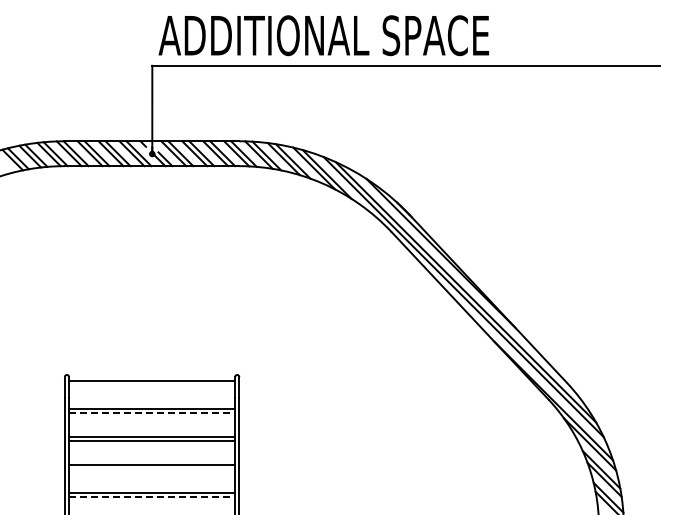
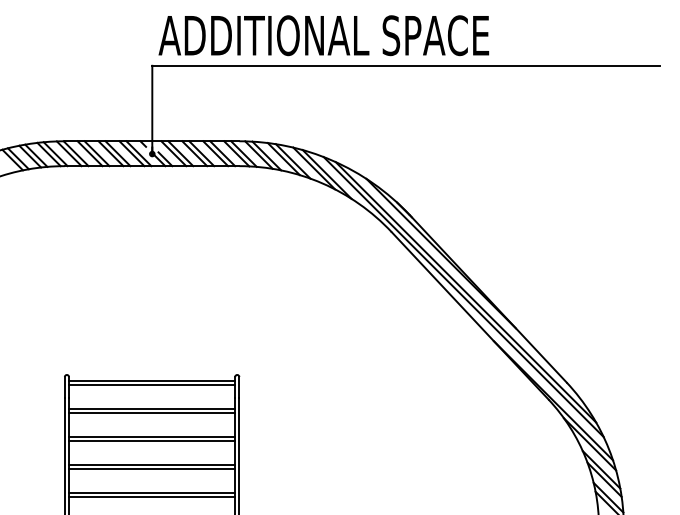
line at (152, 385): none -> present
line at (152, 413): dashed -> solid
line at (152, 469): none -> present
line at (152, 497): dashed -> solid
